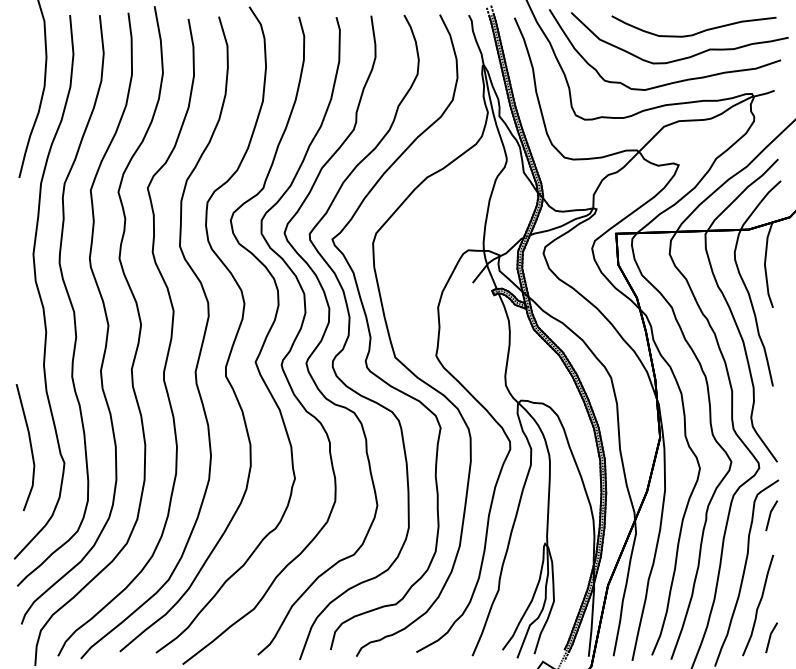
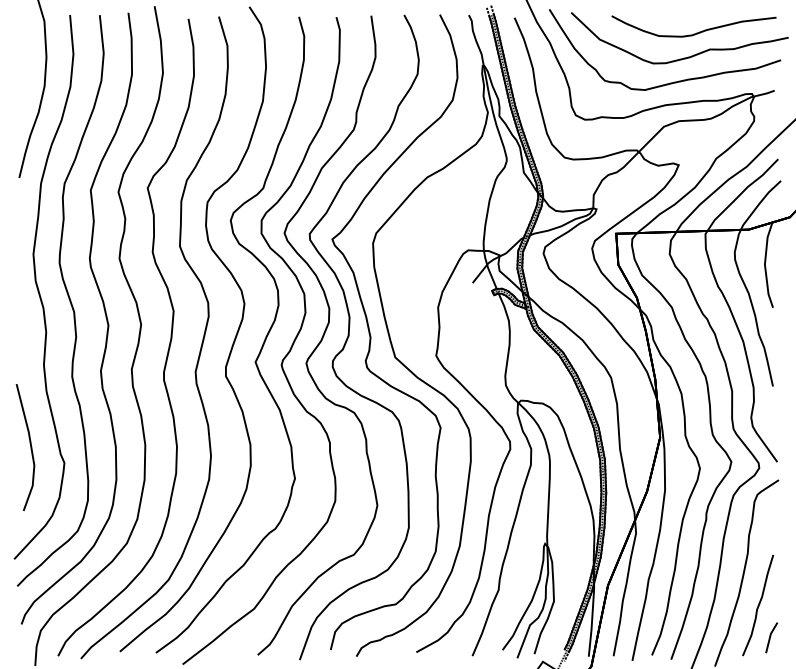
line at (771, 514): present -> none
